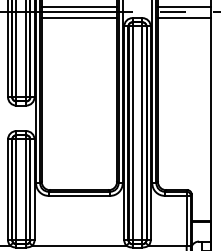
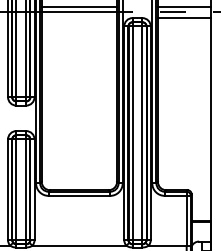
line at (79, 17): present -> none
